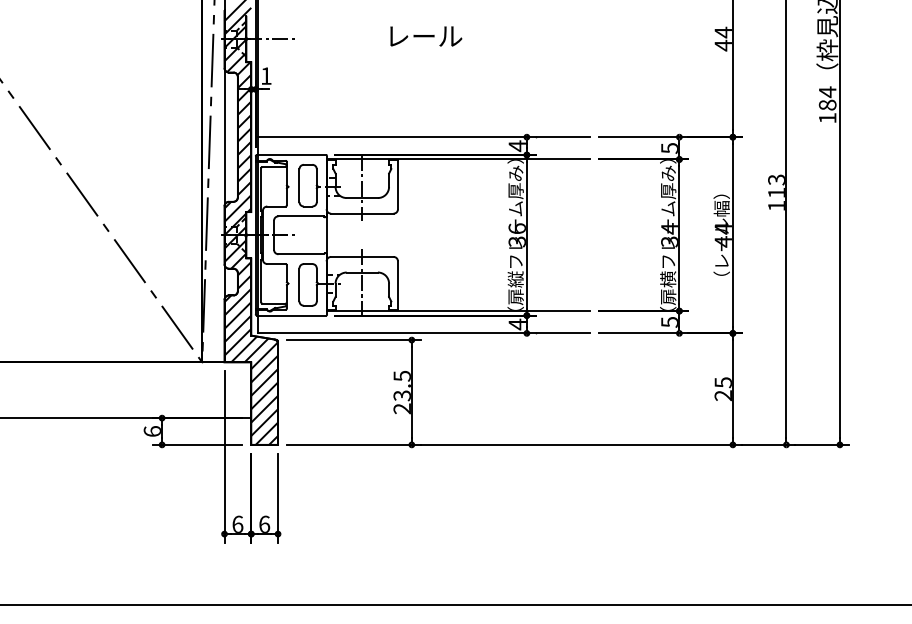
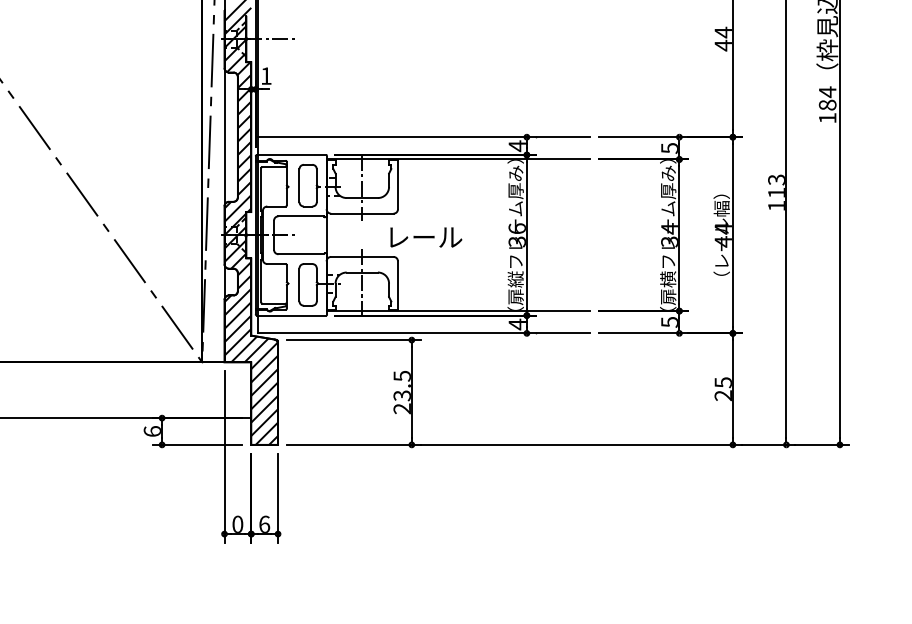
text at (426, 36) position: (426, 36) -> (426, 237)
text at (237, 523): 6 -> 0
line at (455, 605): present -> none
